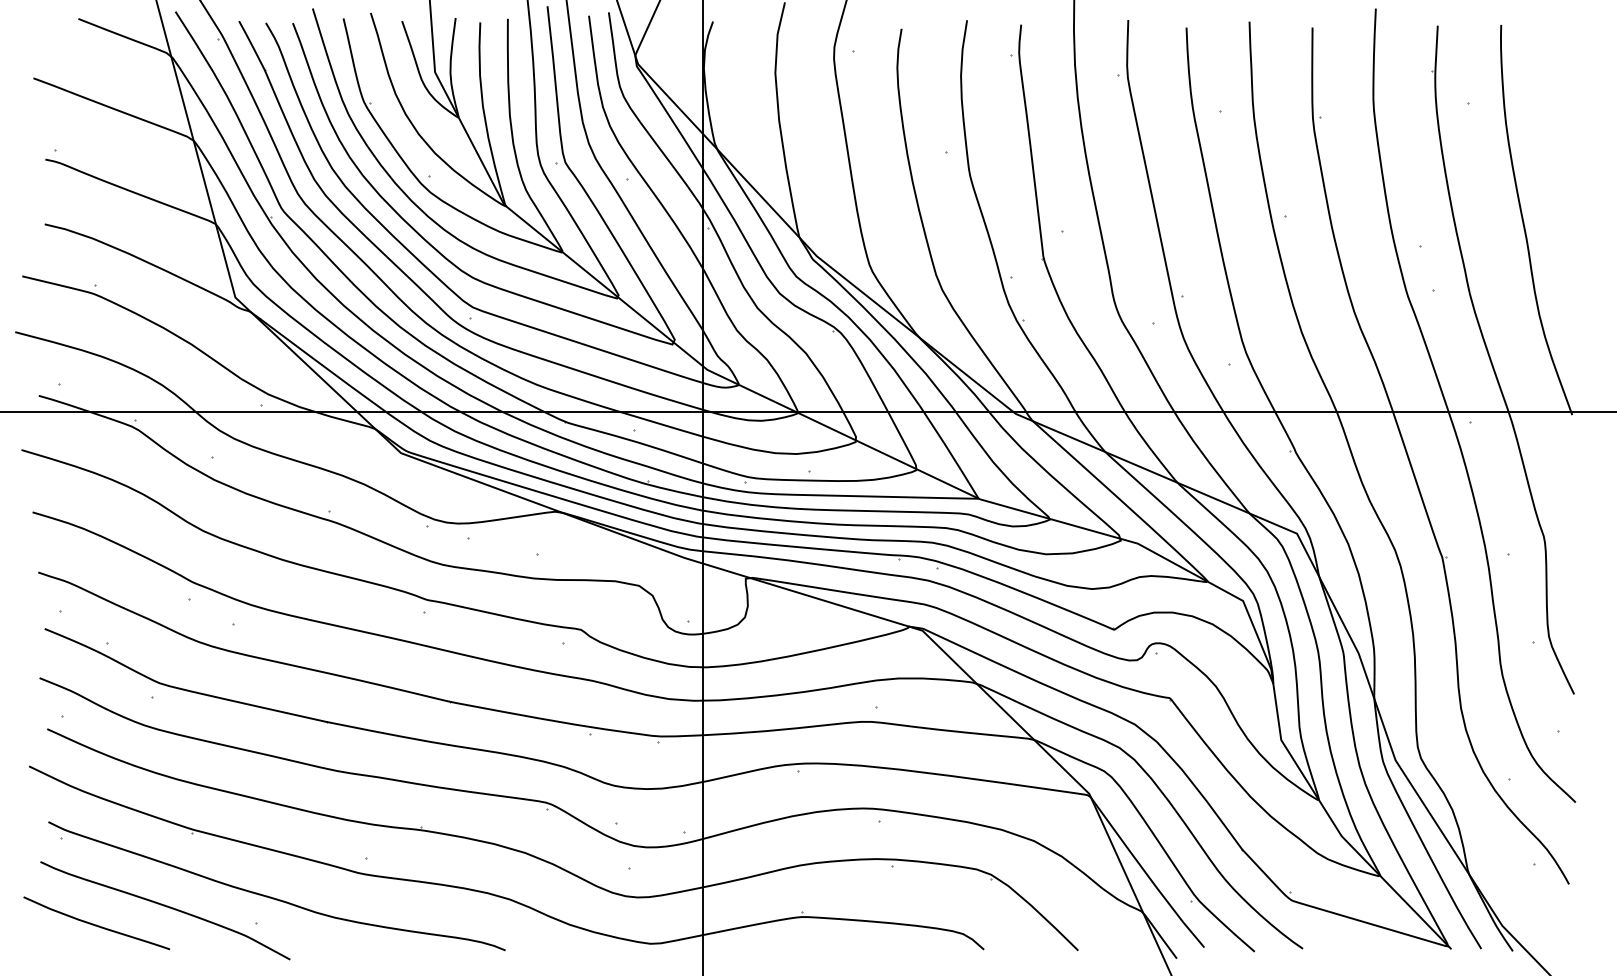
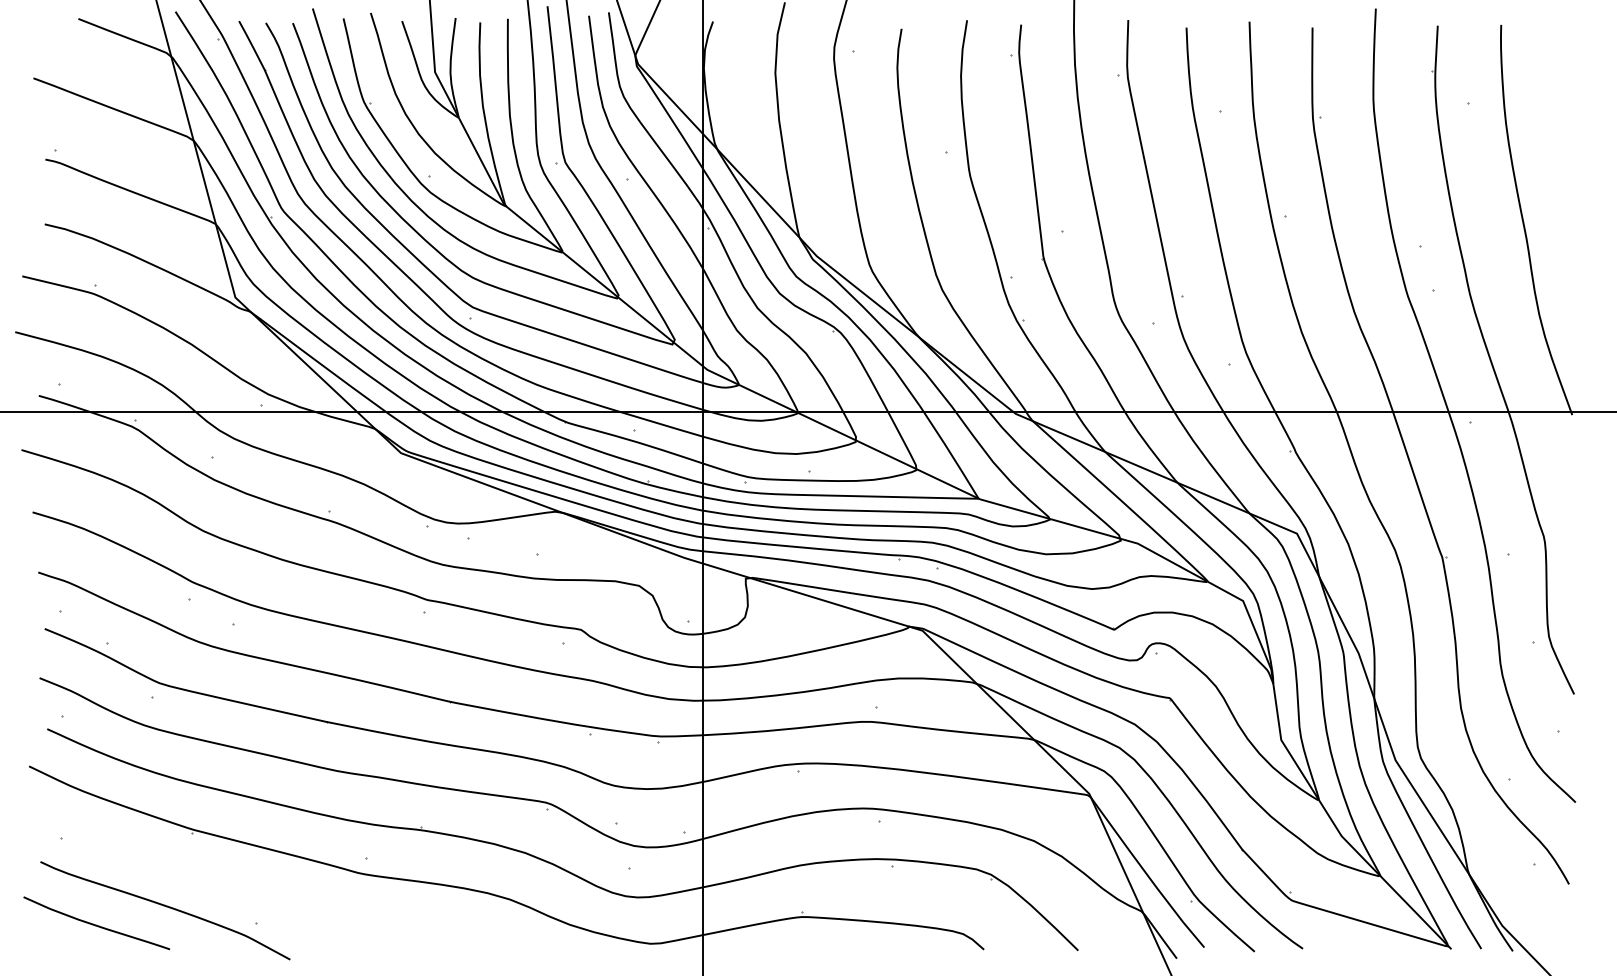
curve at (271, 896): present -> none
